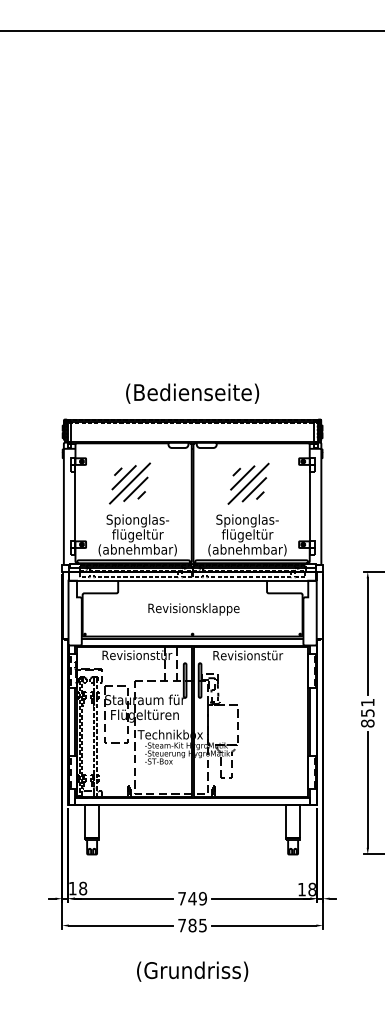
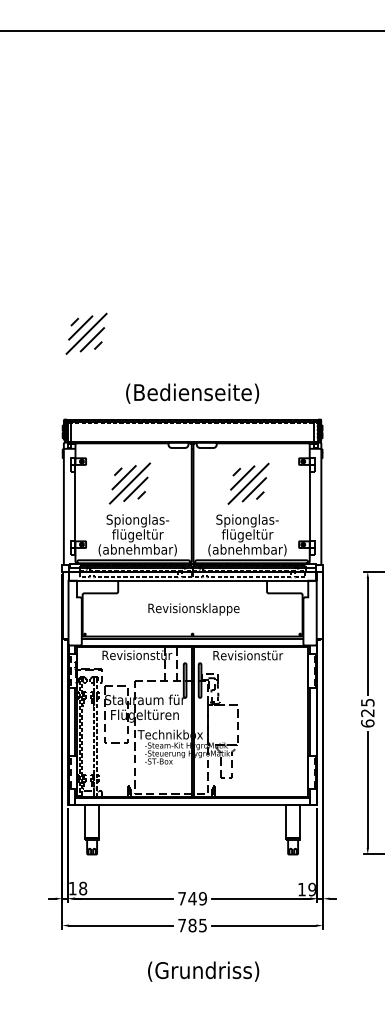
part at (86, 333): none -> present
text at (367, 713): 851 -> 625
text at (311, 889): 18 -> 19
text at (192, 971) position: (192, 971) -> (203, 971)
